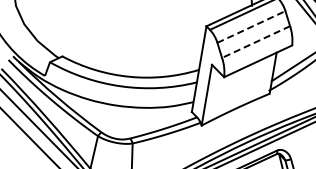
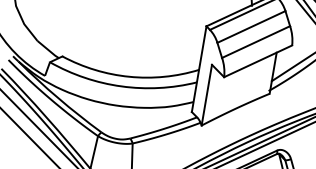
line at (251, 26): dashed -> solid
line at (256, 42): dashed -> solid
